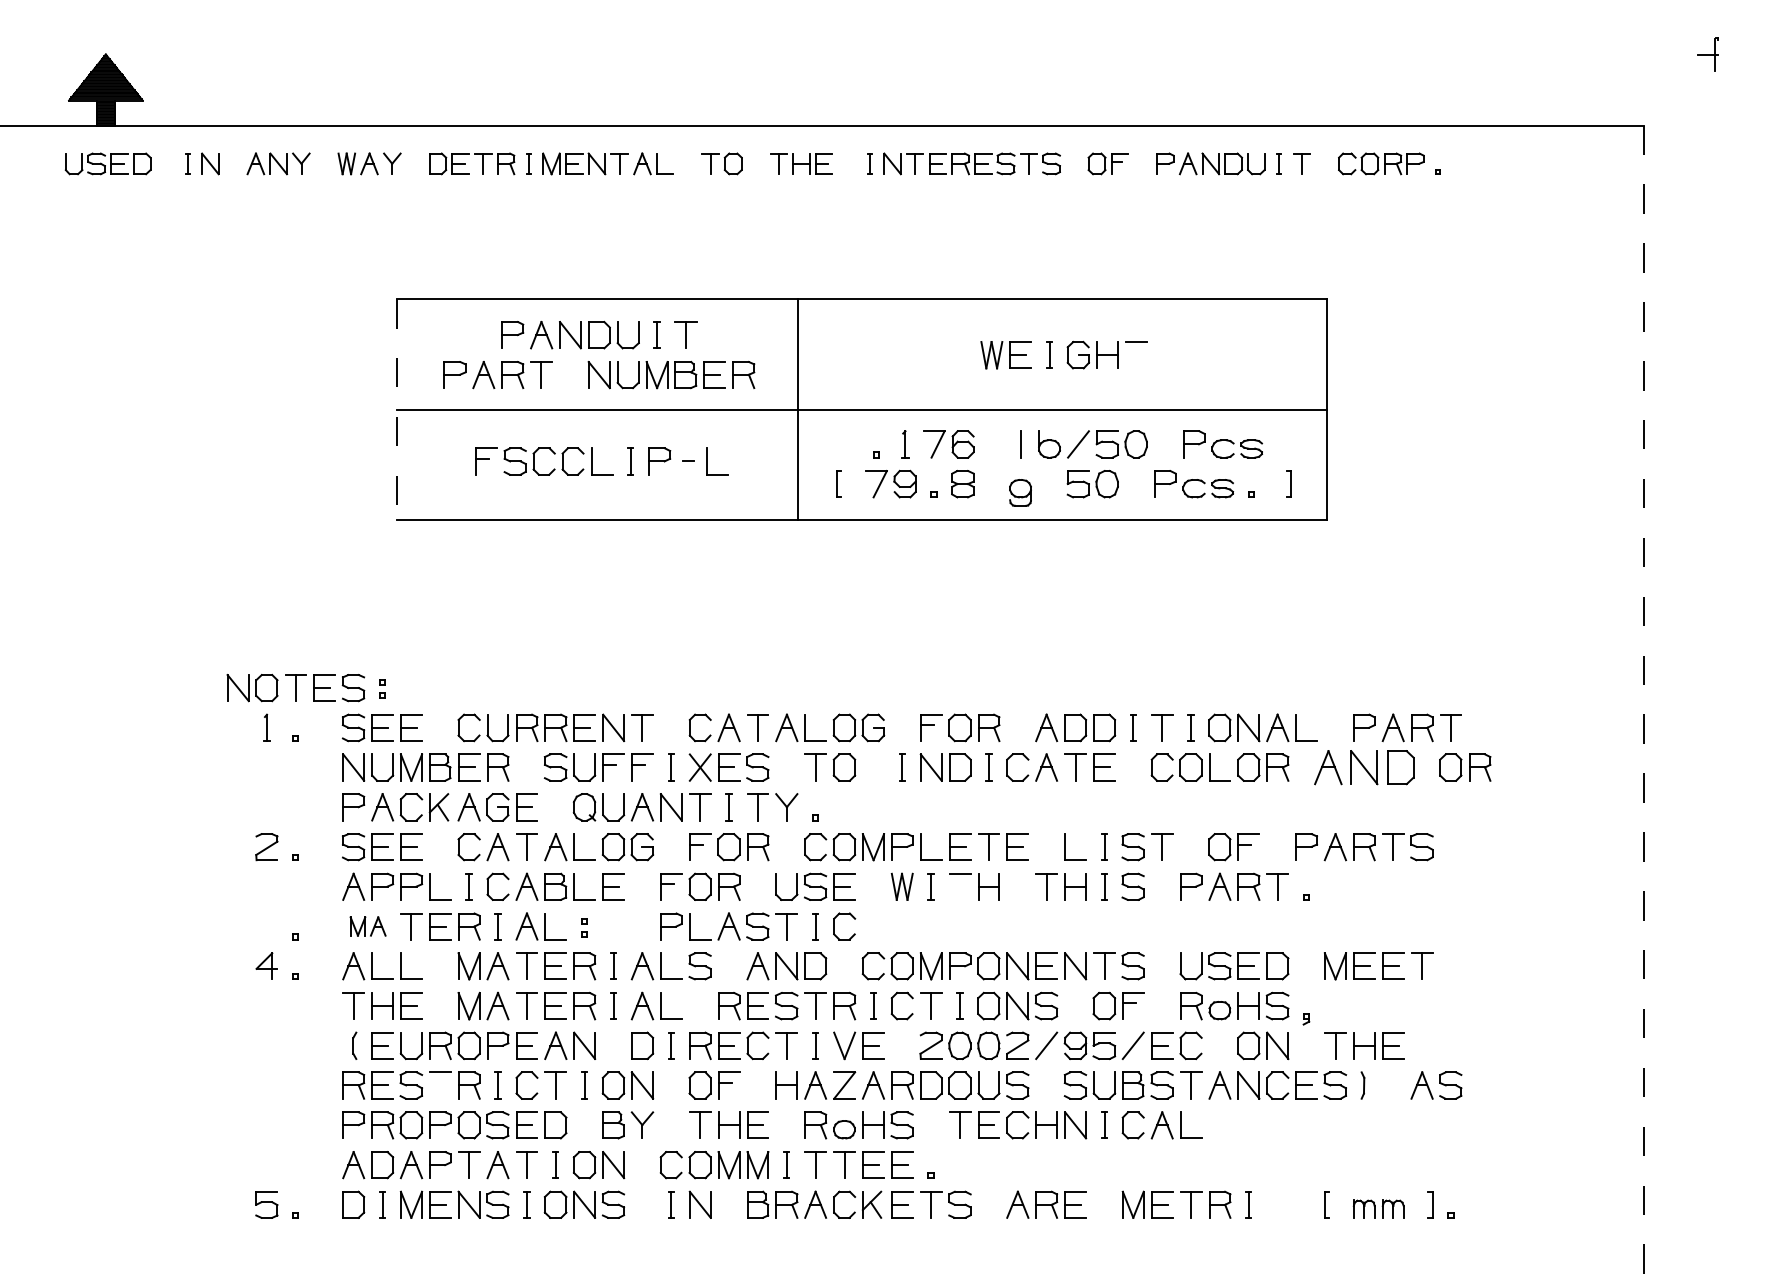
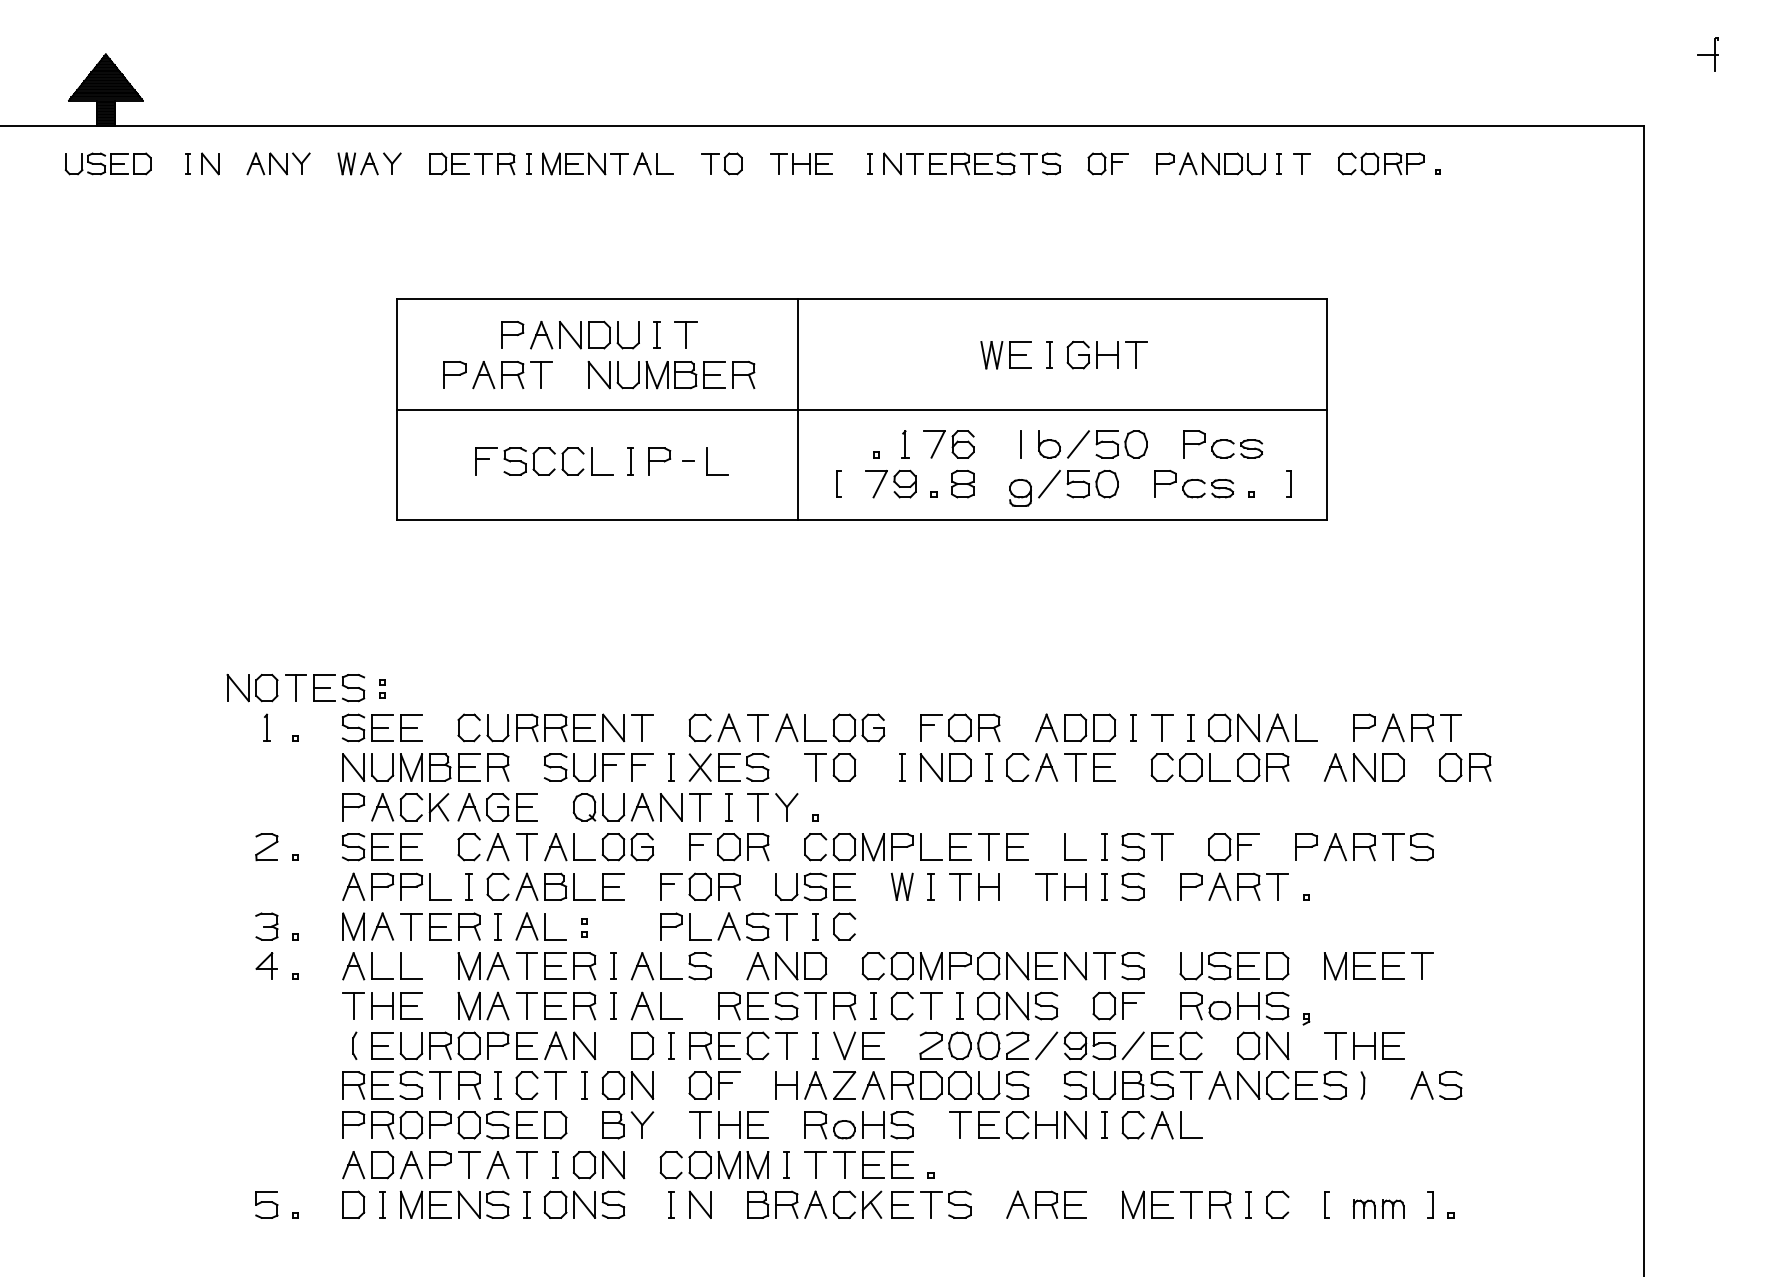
line at (1136, 355): none -> present
line at (397, 410): dashed -> solid
line at (1049, 483): none -> present
line at (1644, 701): dashed -> solid
part at (1364, 767) size: 101x36 px -> 82x29 px
line at (959, 886): none -> present
part at (266, 926): none -> present
part at (367, 926) size: 38x21 px -> 52x29 px
line at (440, 1085): none -> present
part at (1267, 1204): none -> present
